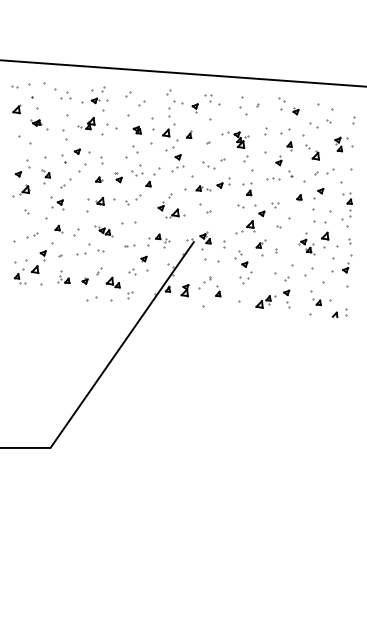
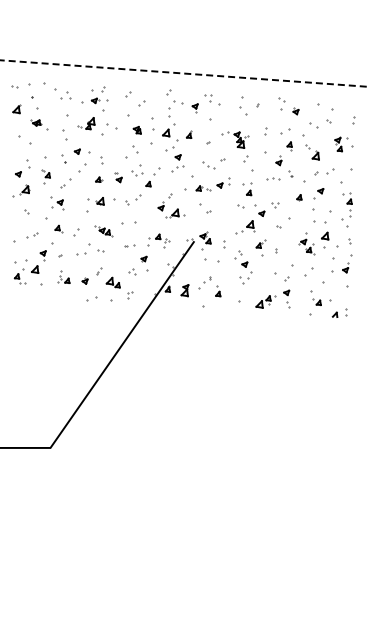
line at (183, 73): solid -> dashed
